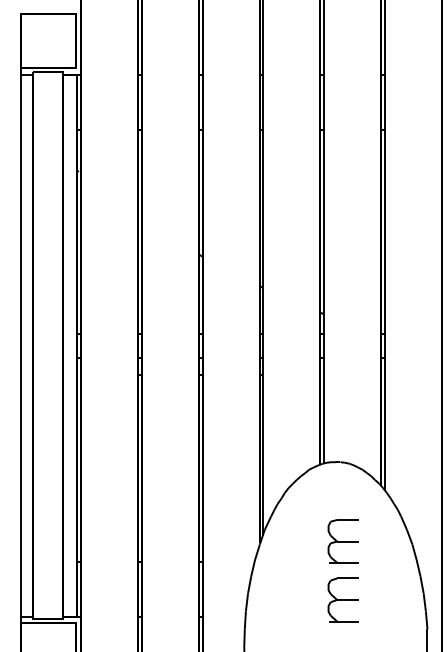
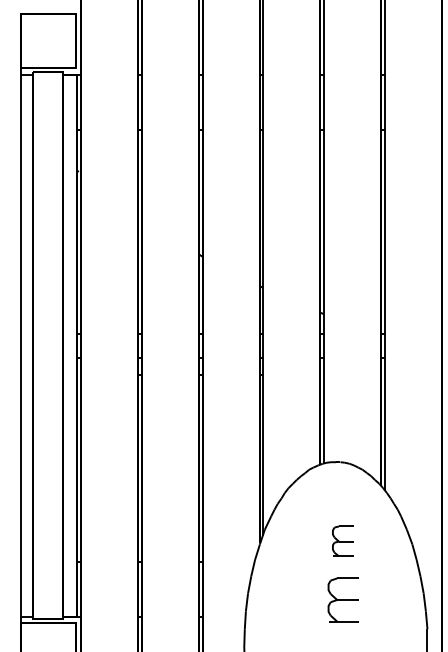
part at (342, 541) size: 32x45 px -> 22x32 px
